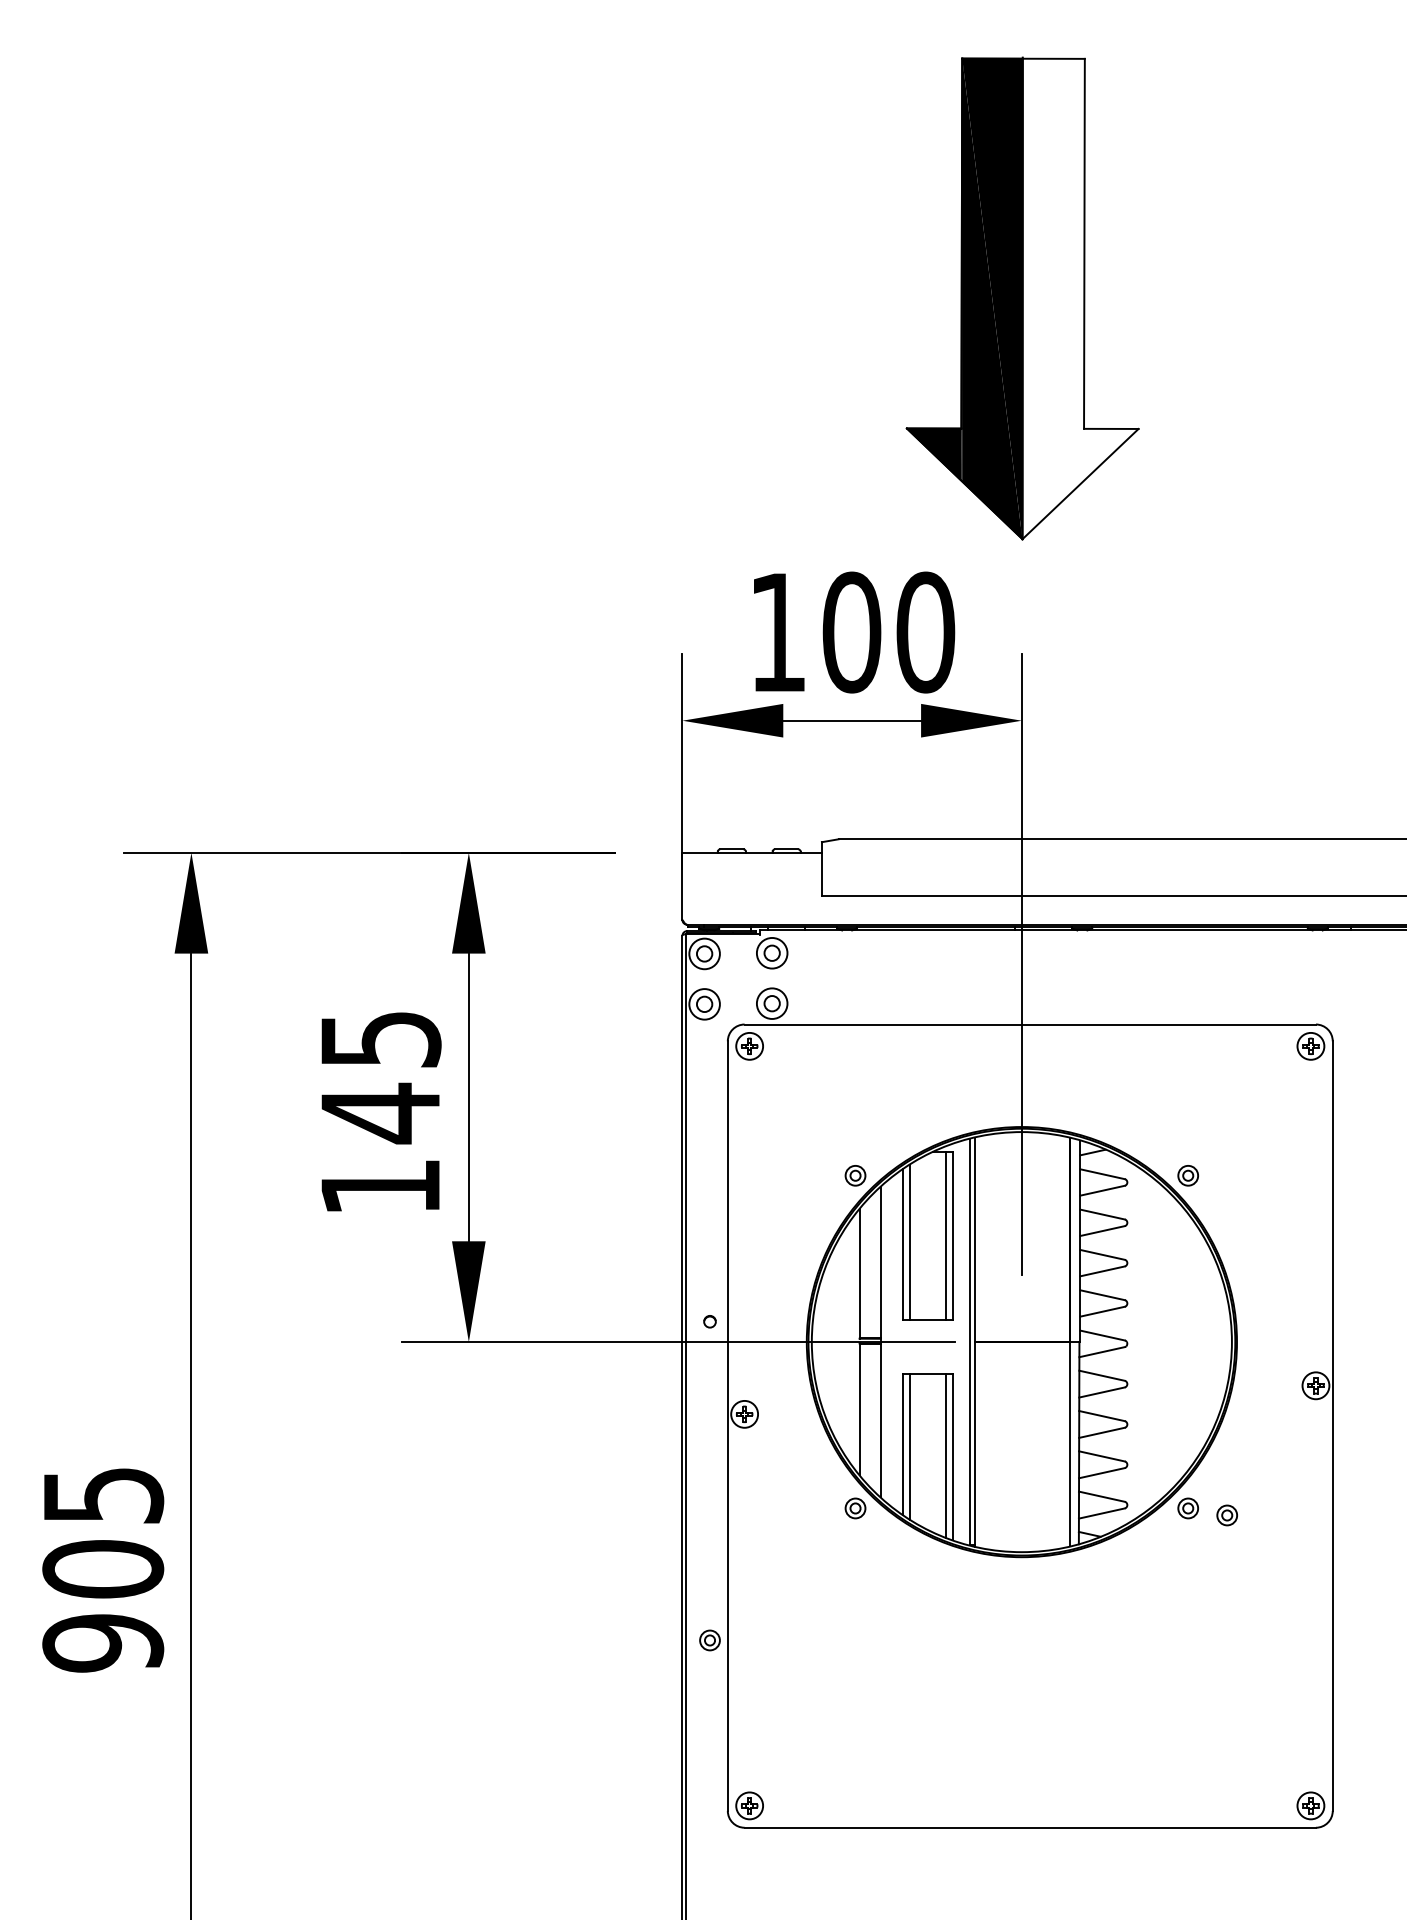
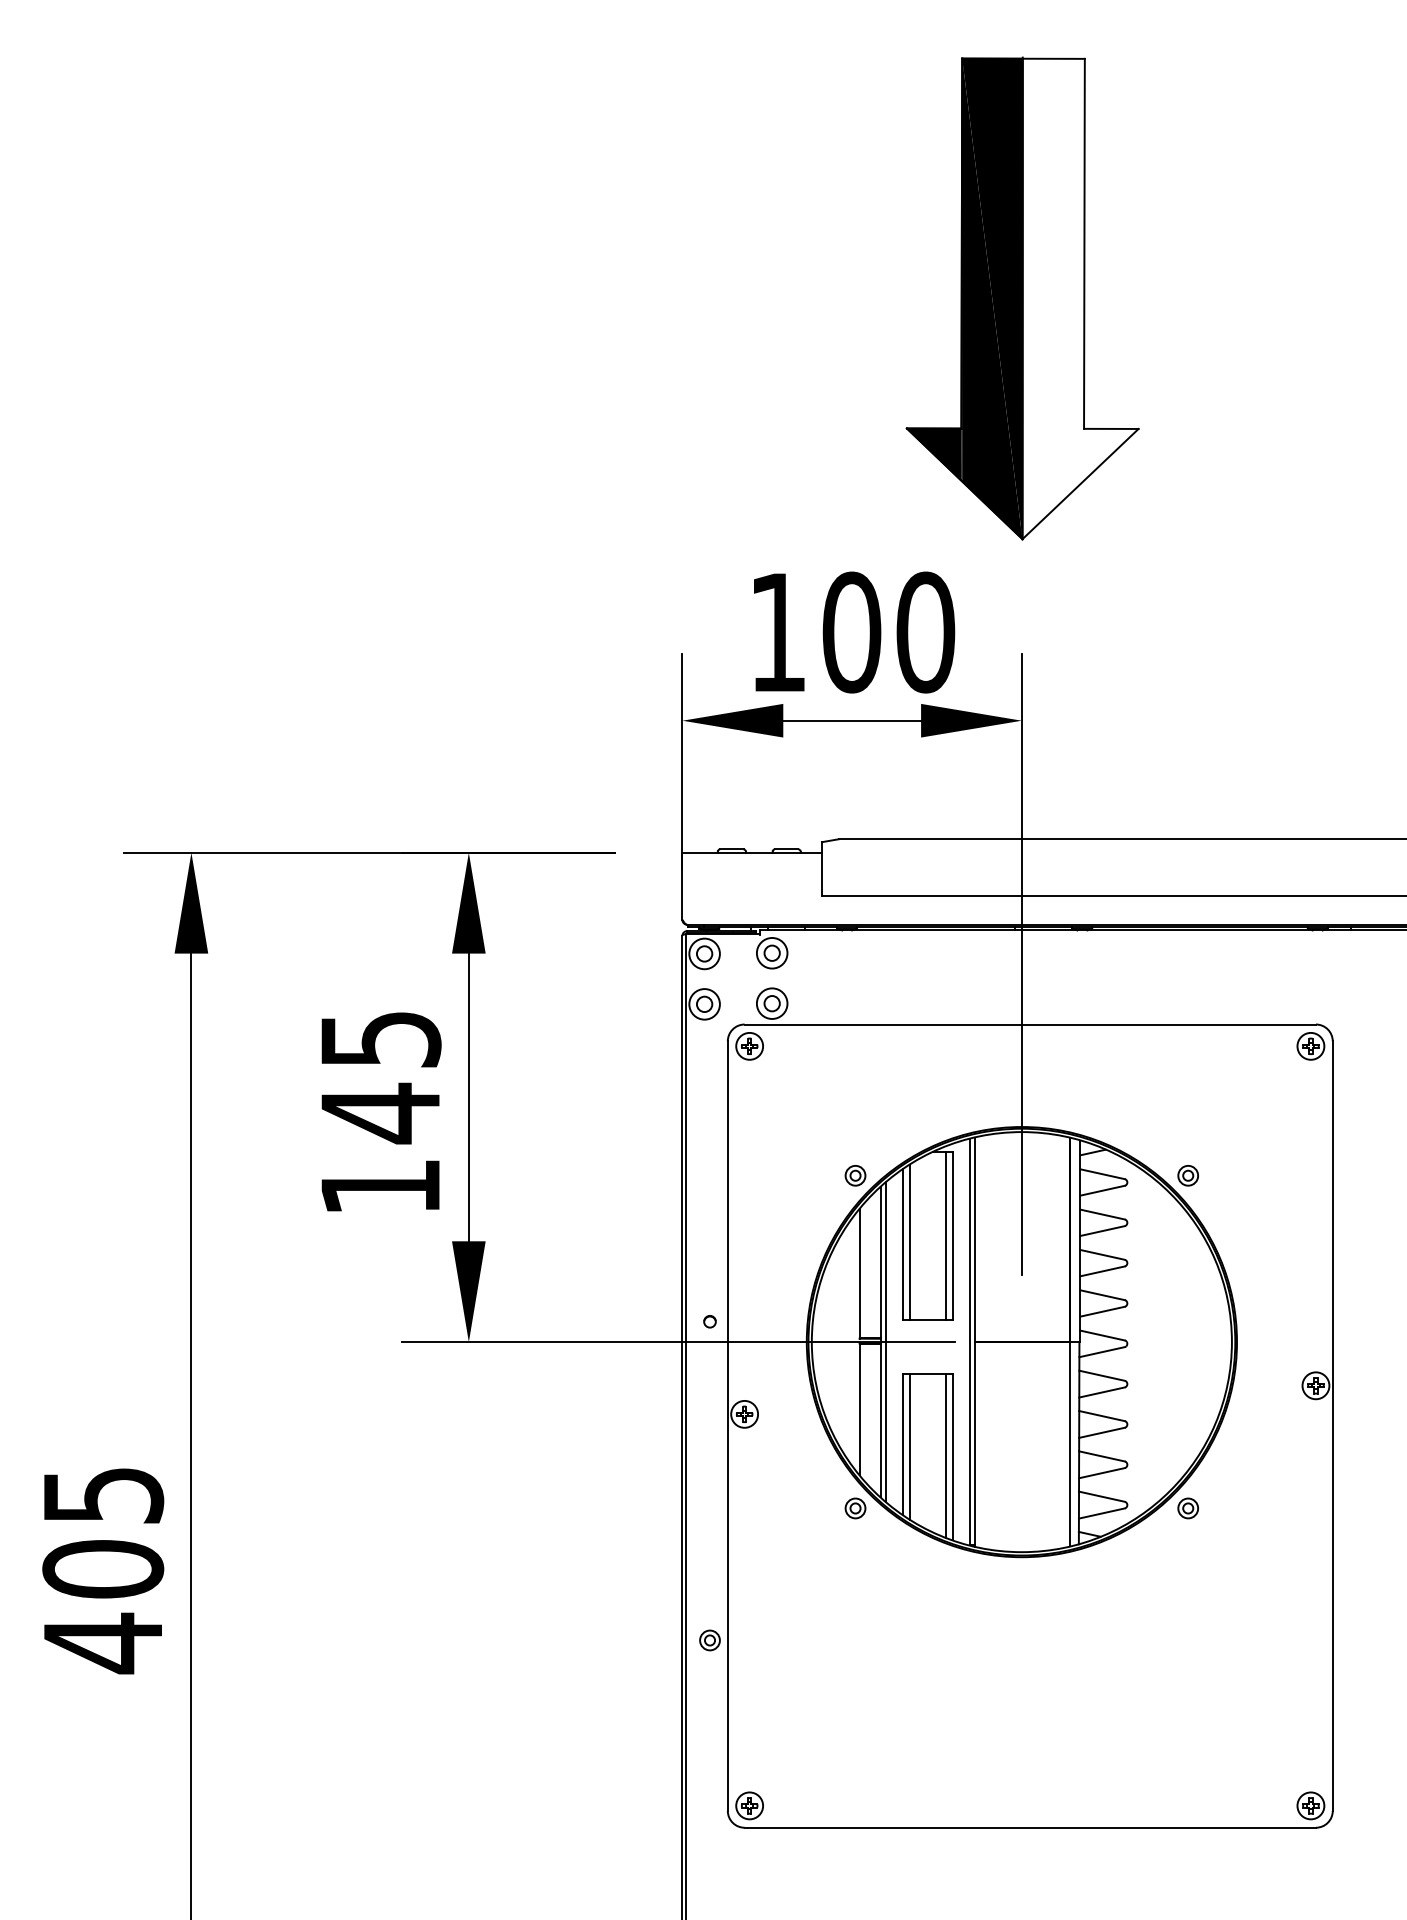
line at (885, 1342): none -> present
part at (1226, 1515): present -> none
text at (103, 1643): 905 -> 405
